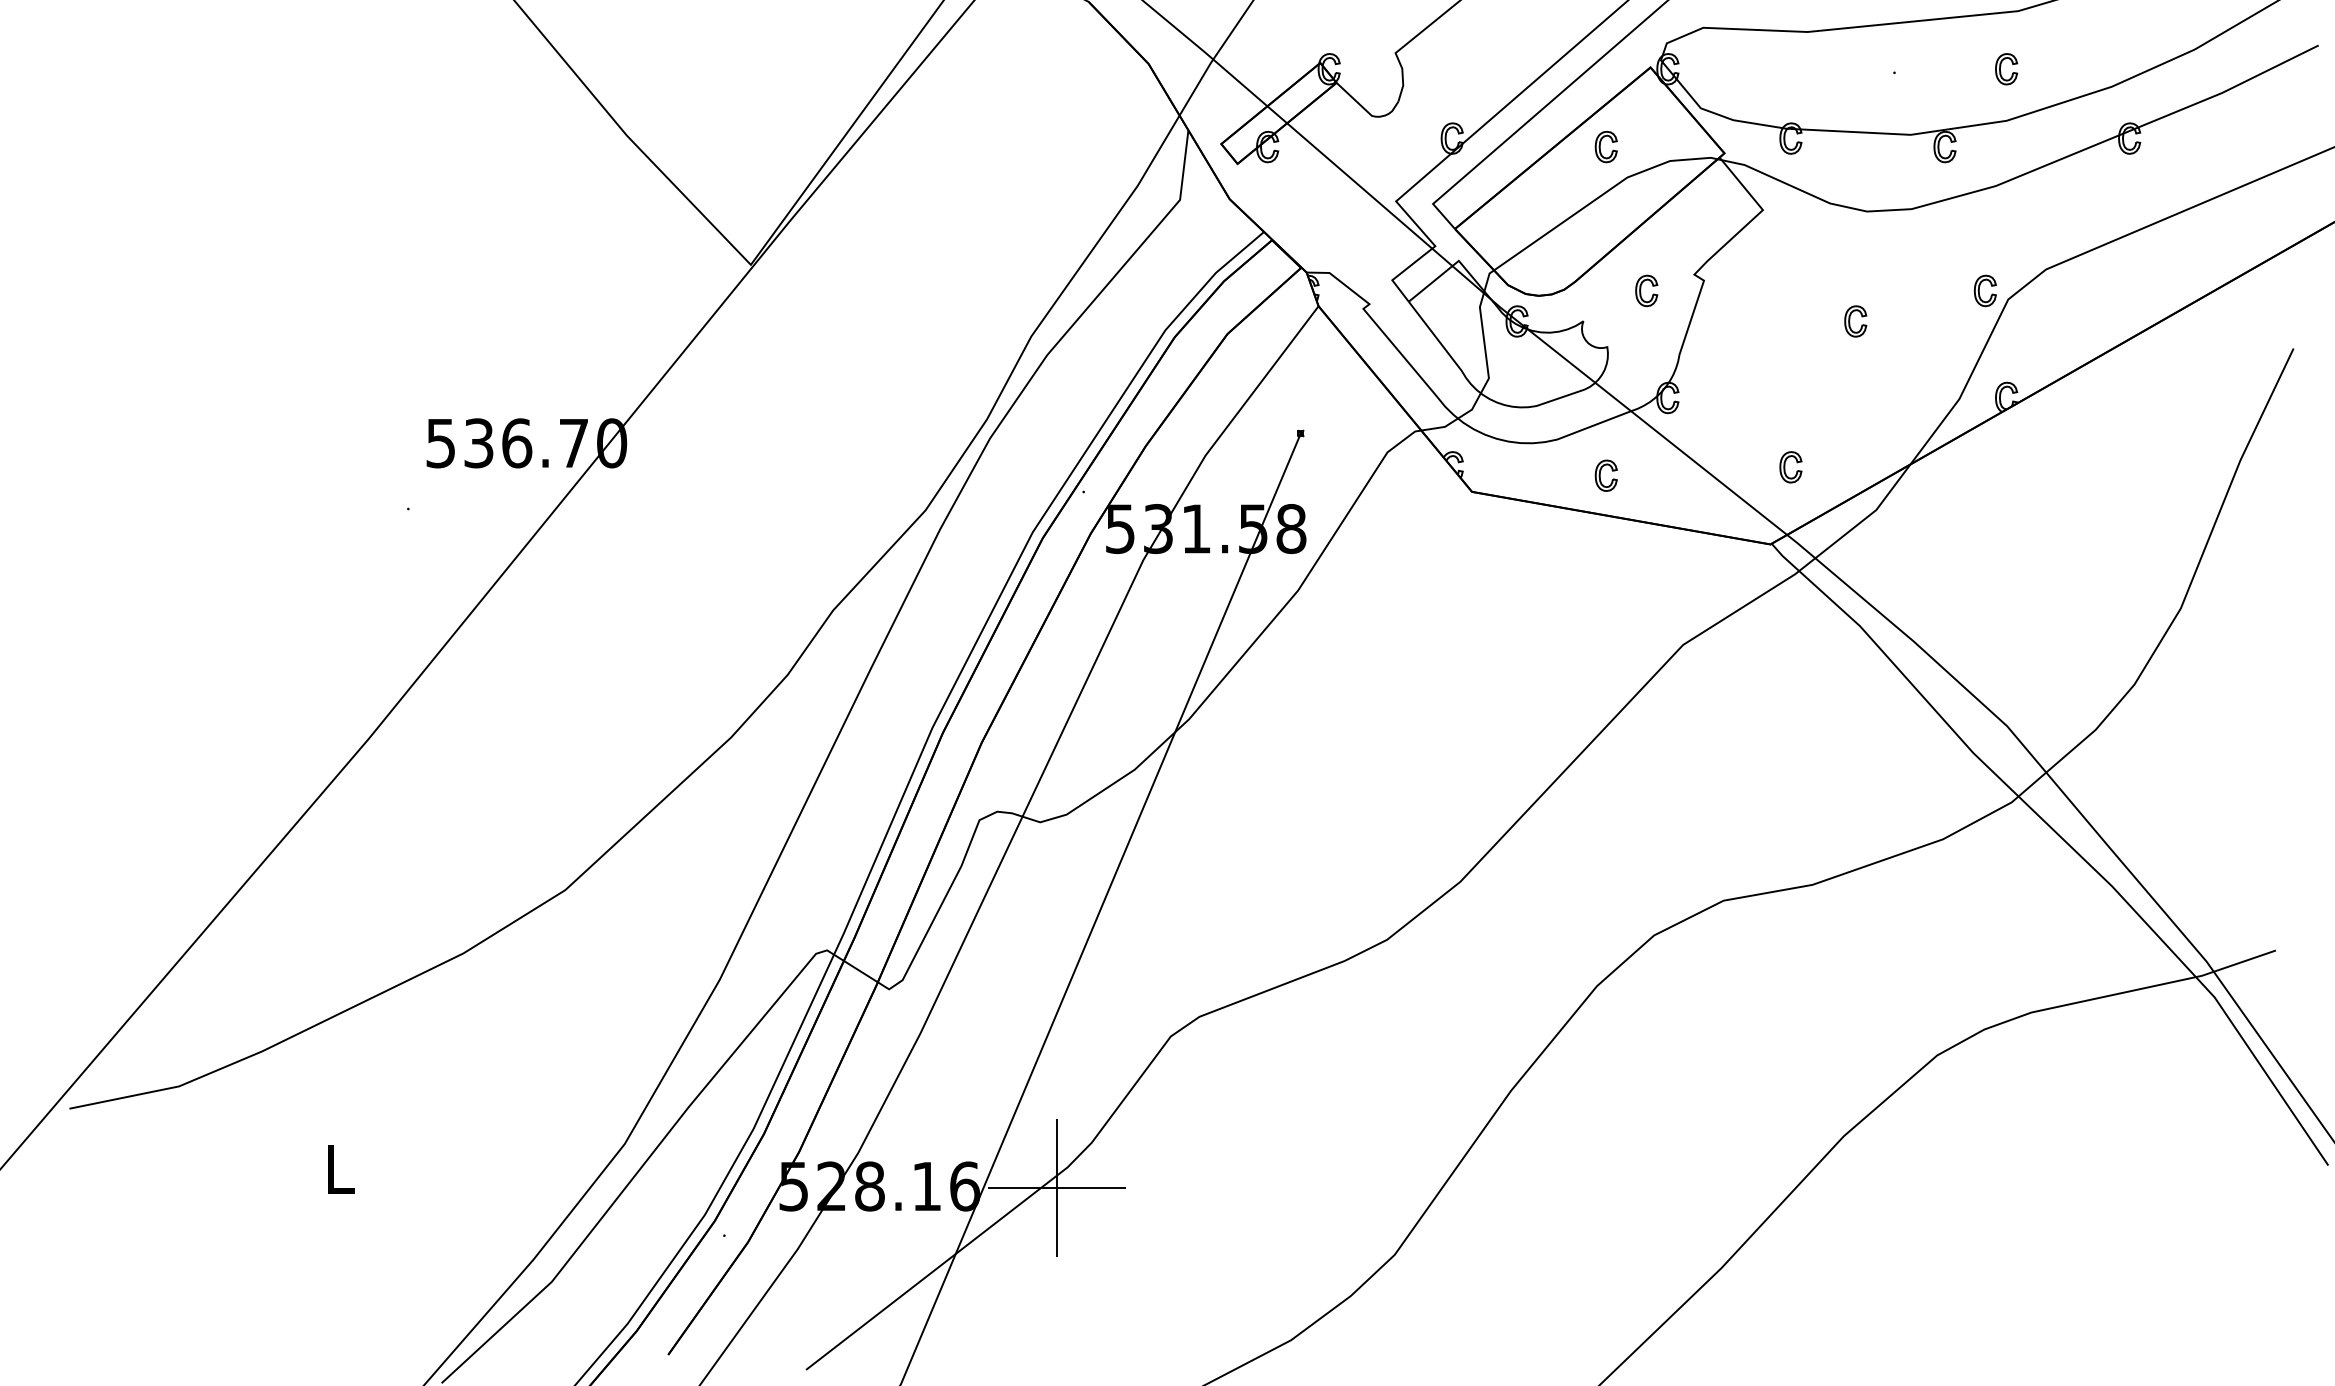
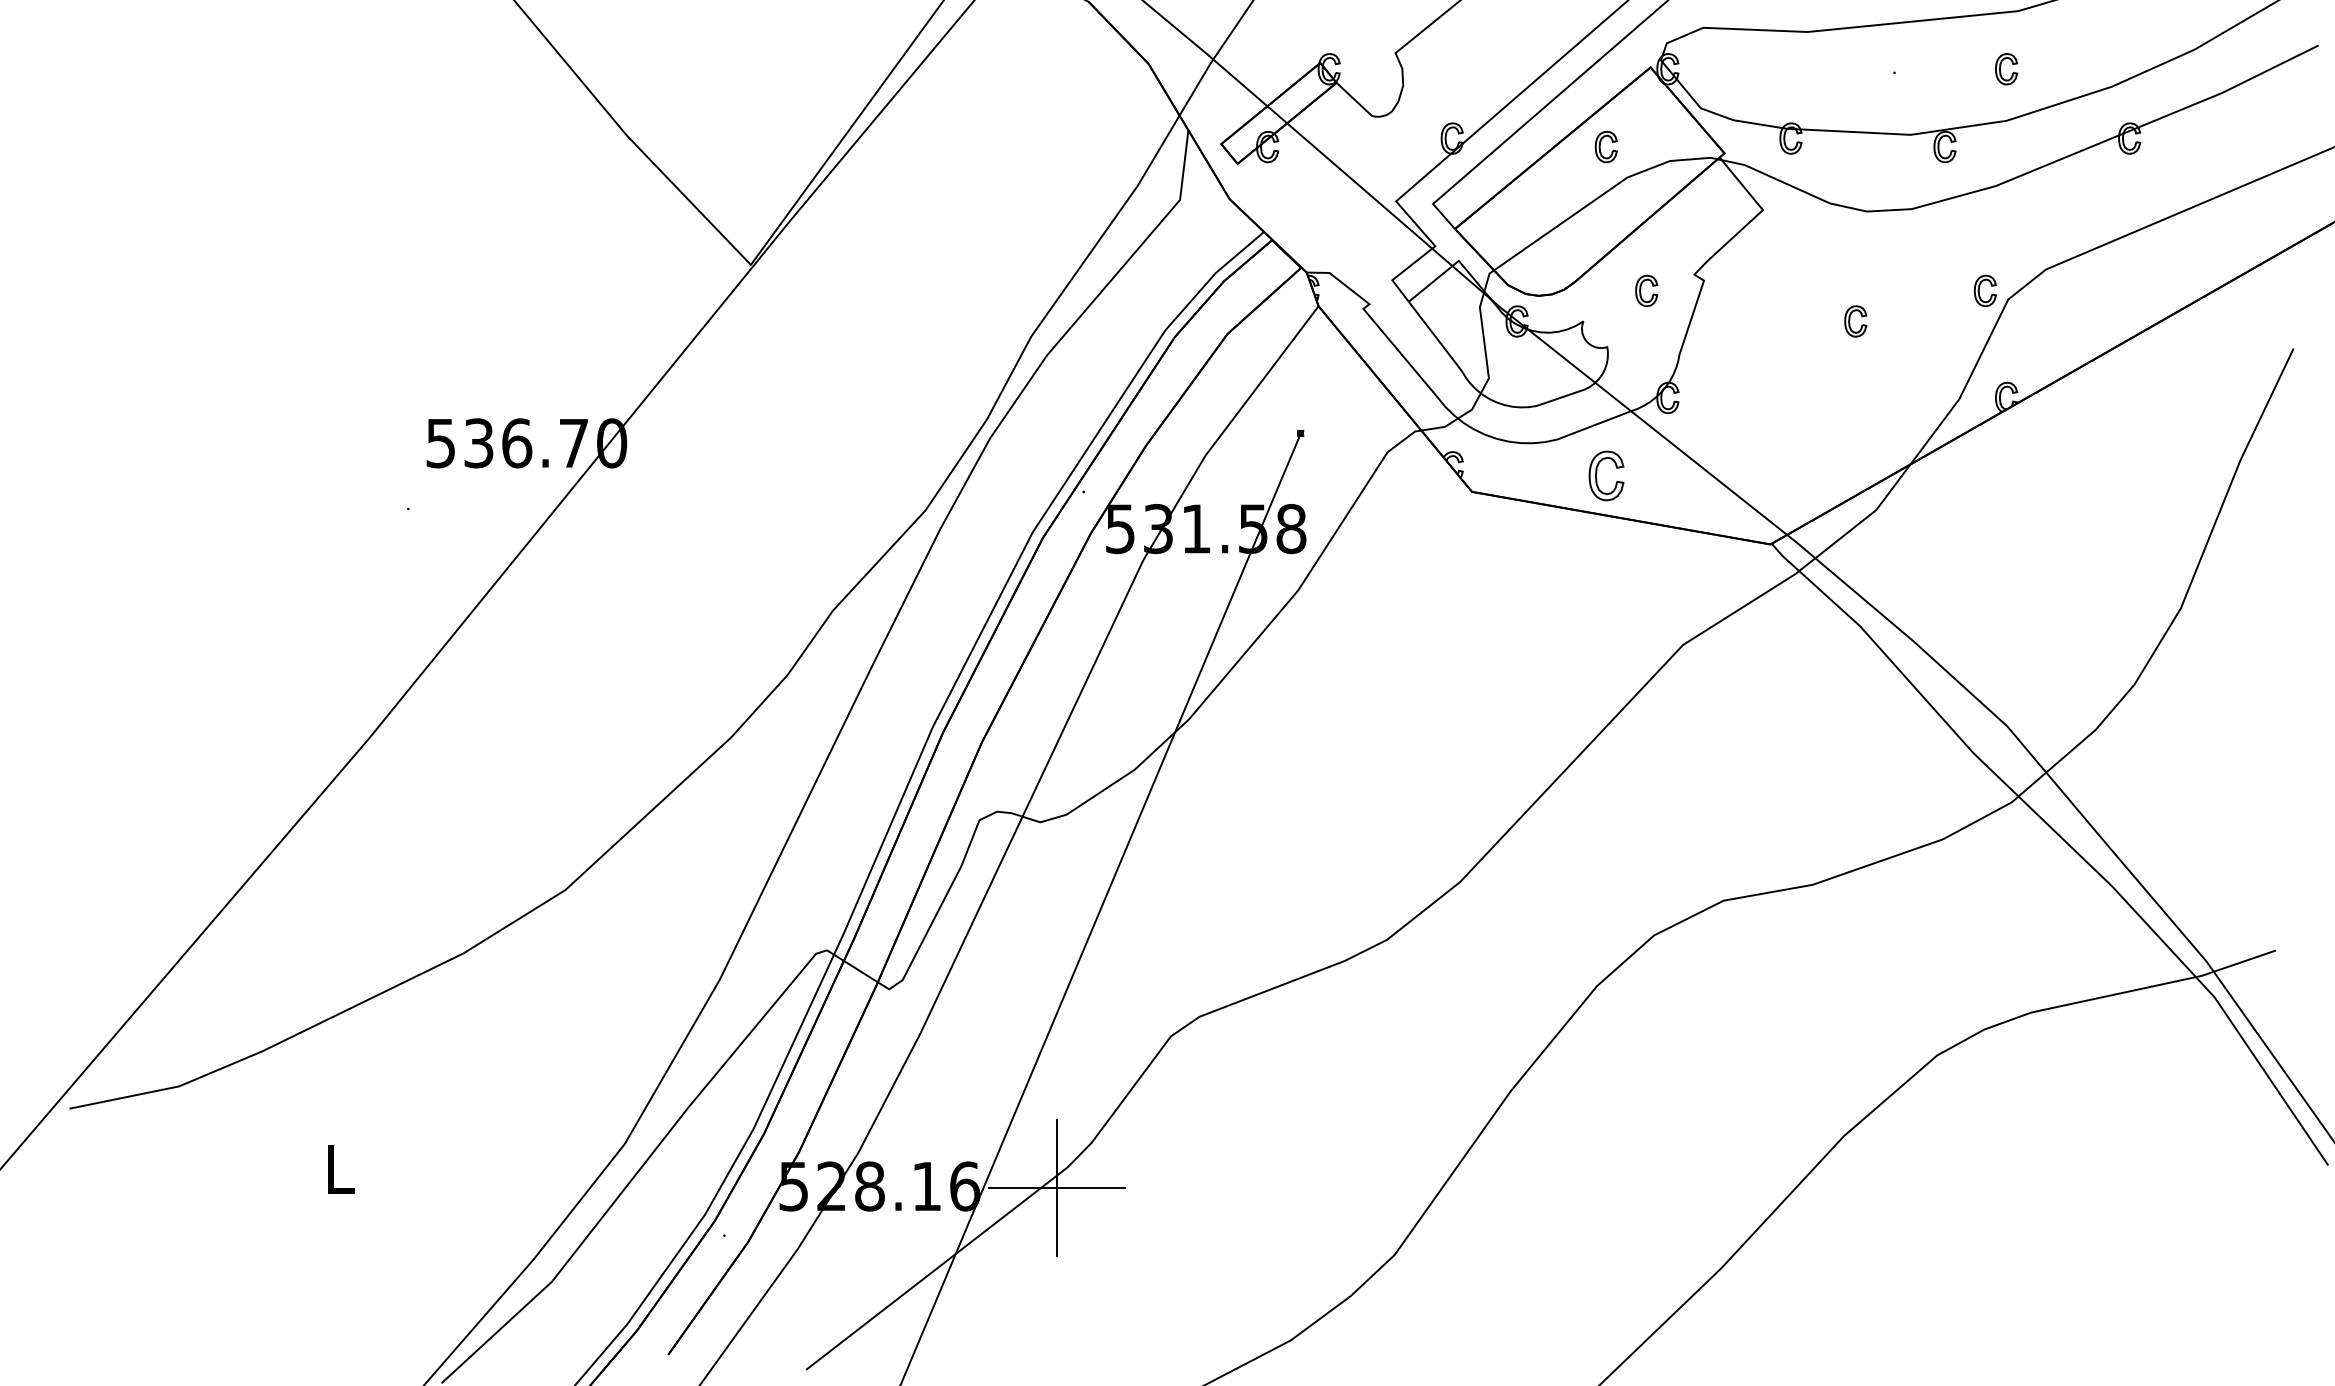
part at (1790, 467): present -> none
part at (1605, 475) size: 24x33 px -> 37x52 px
